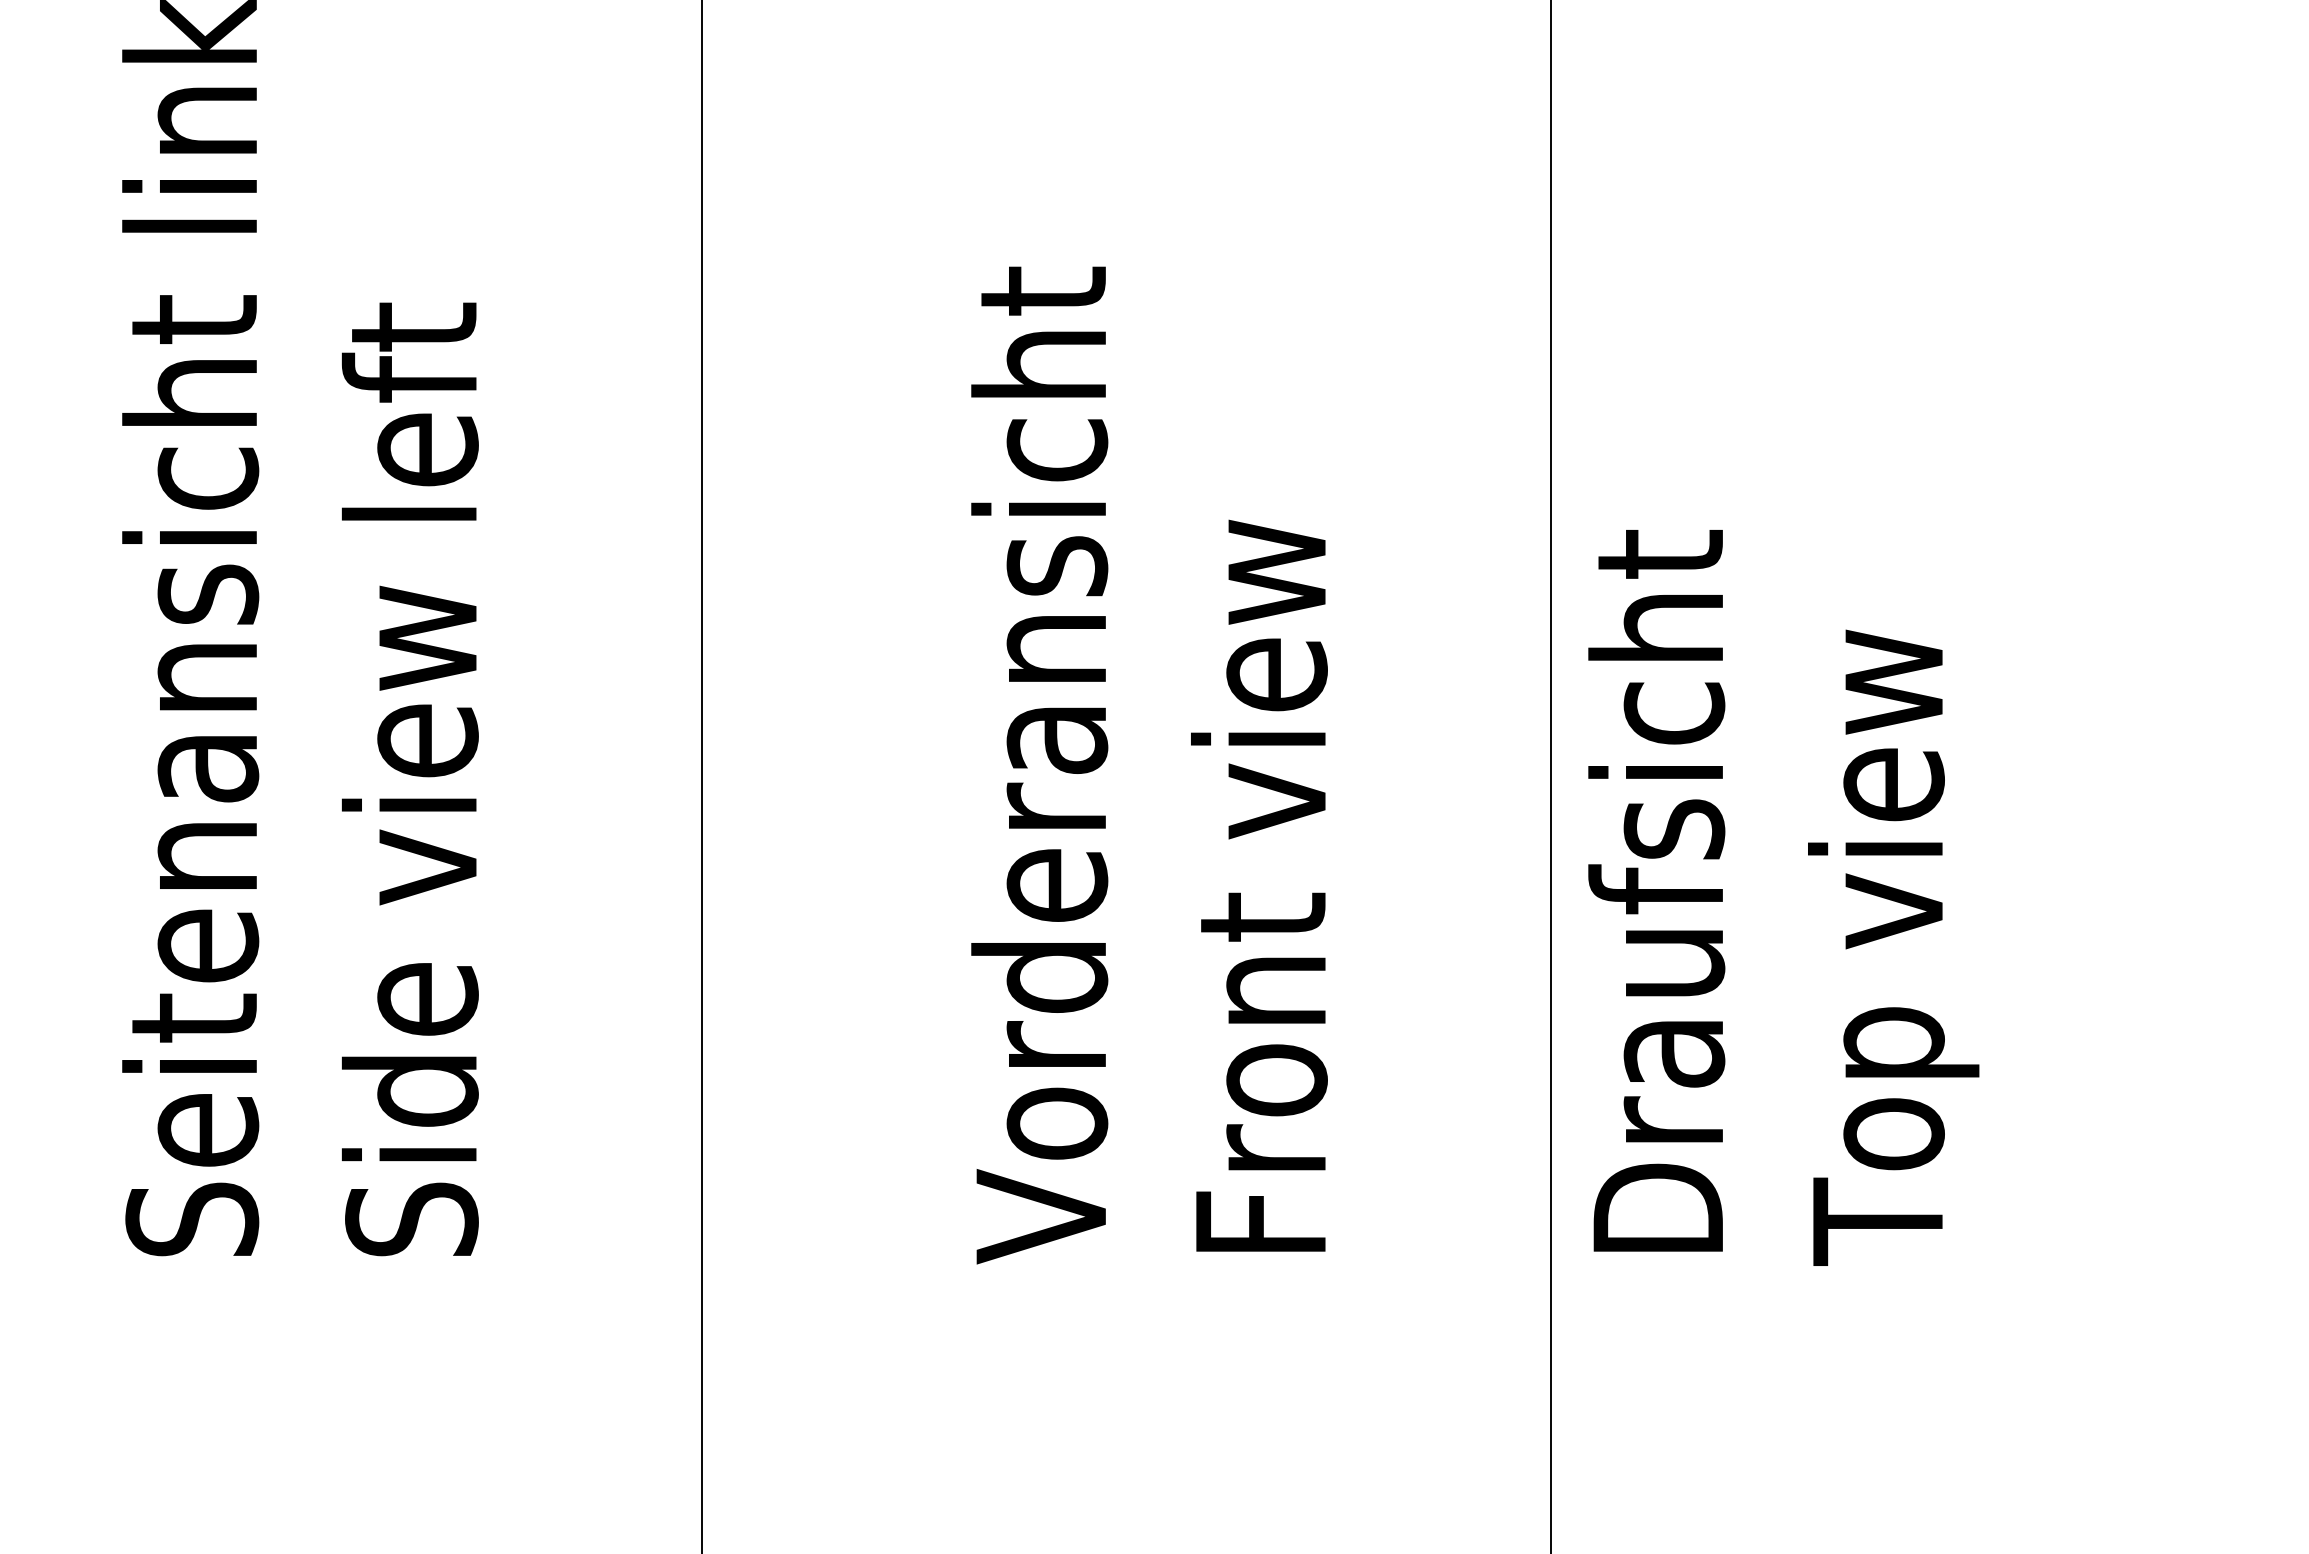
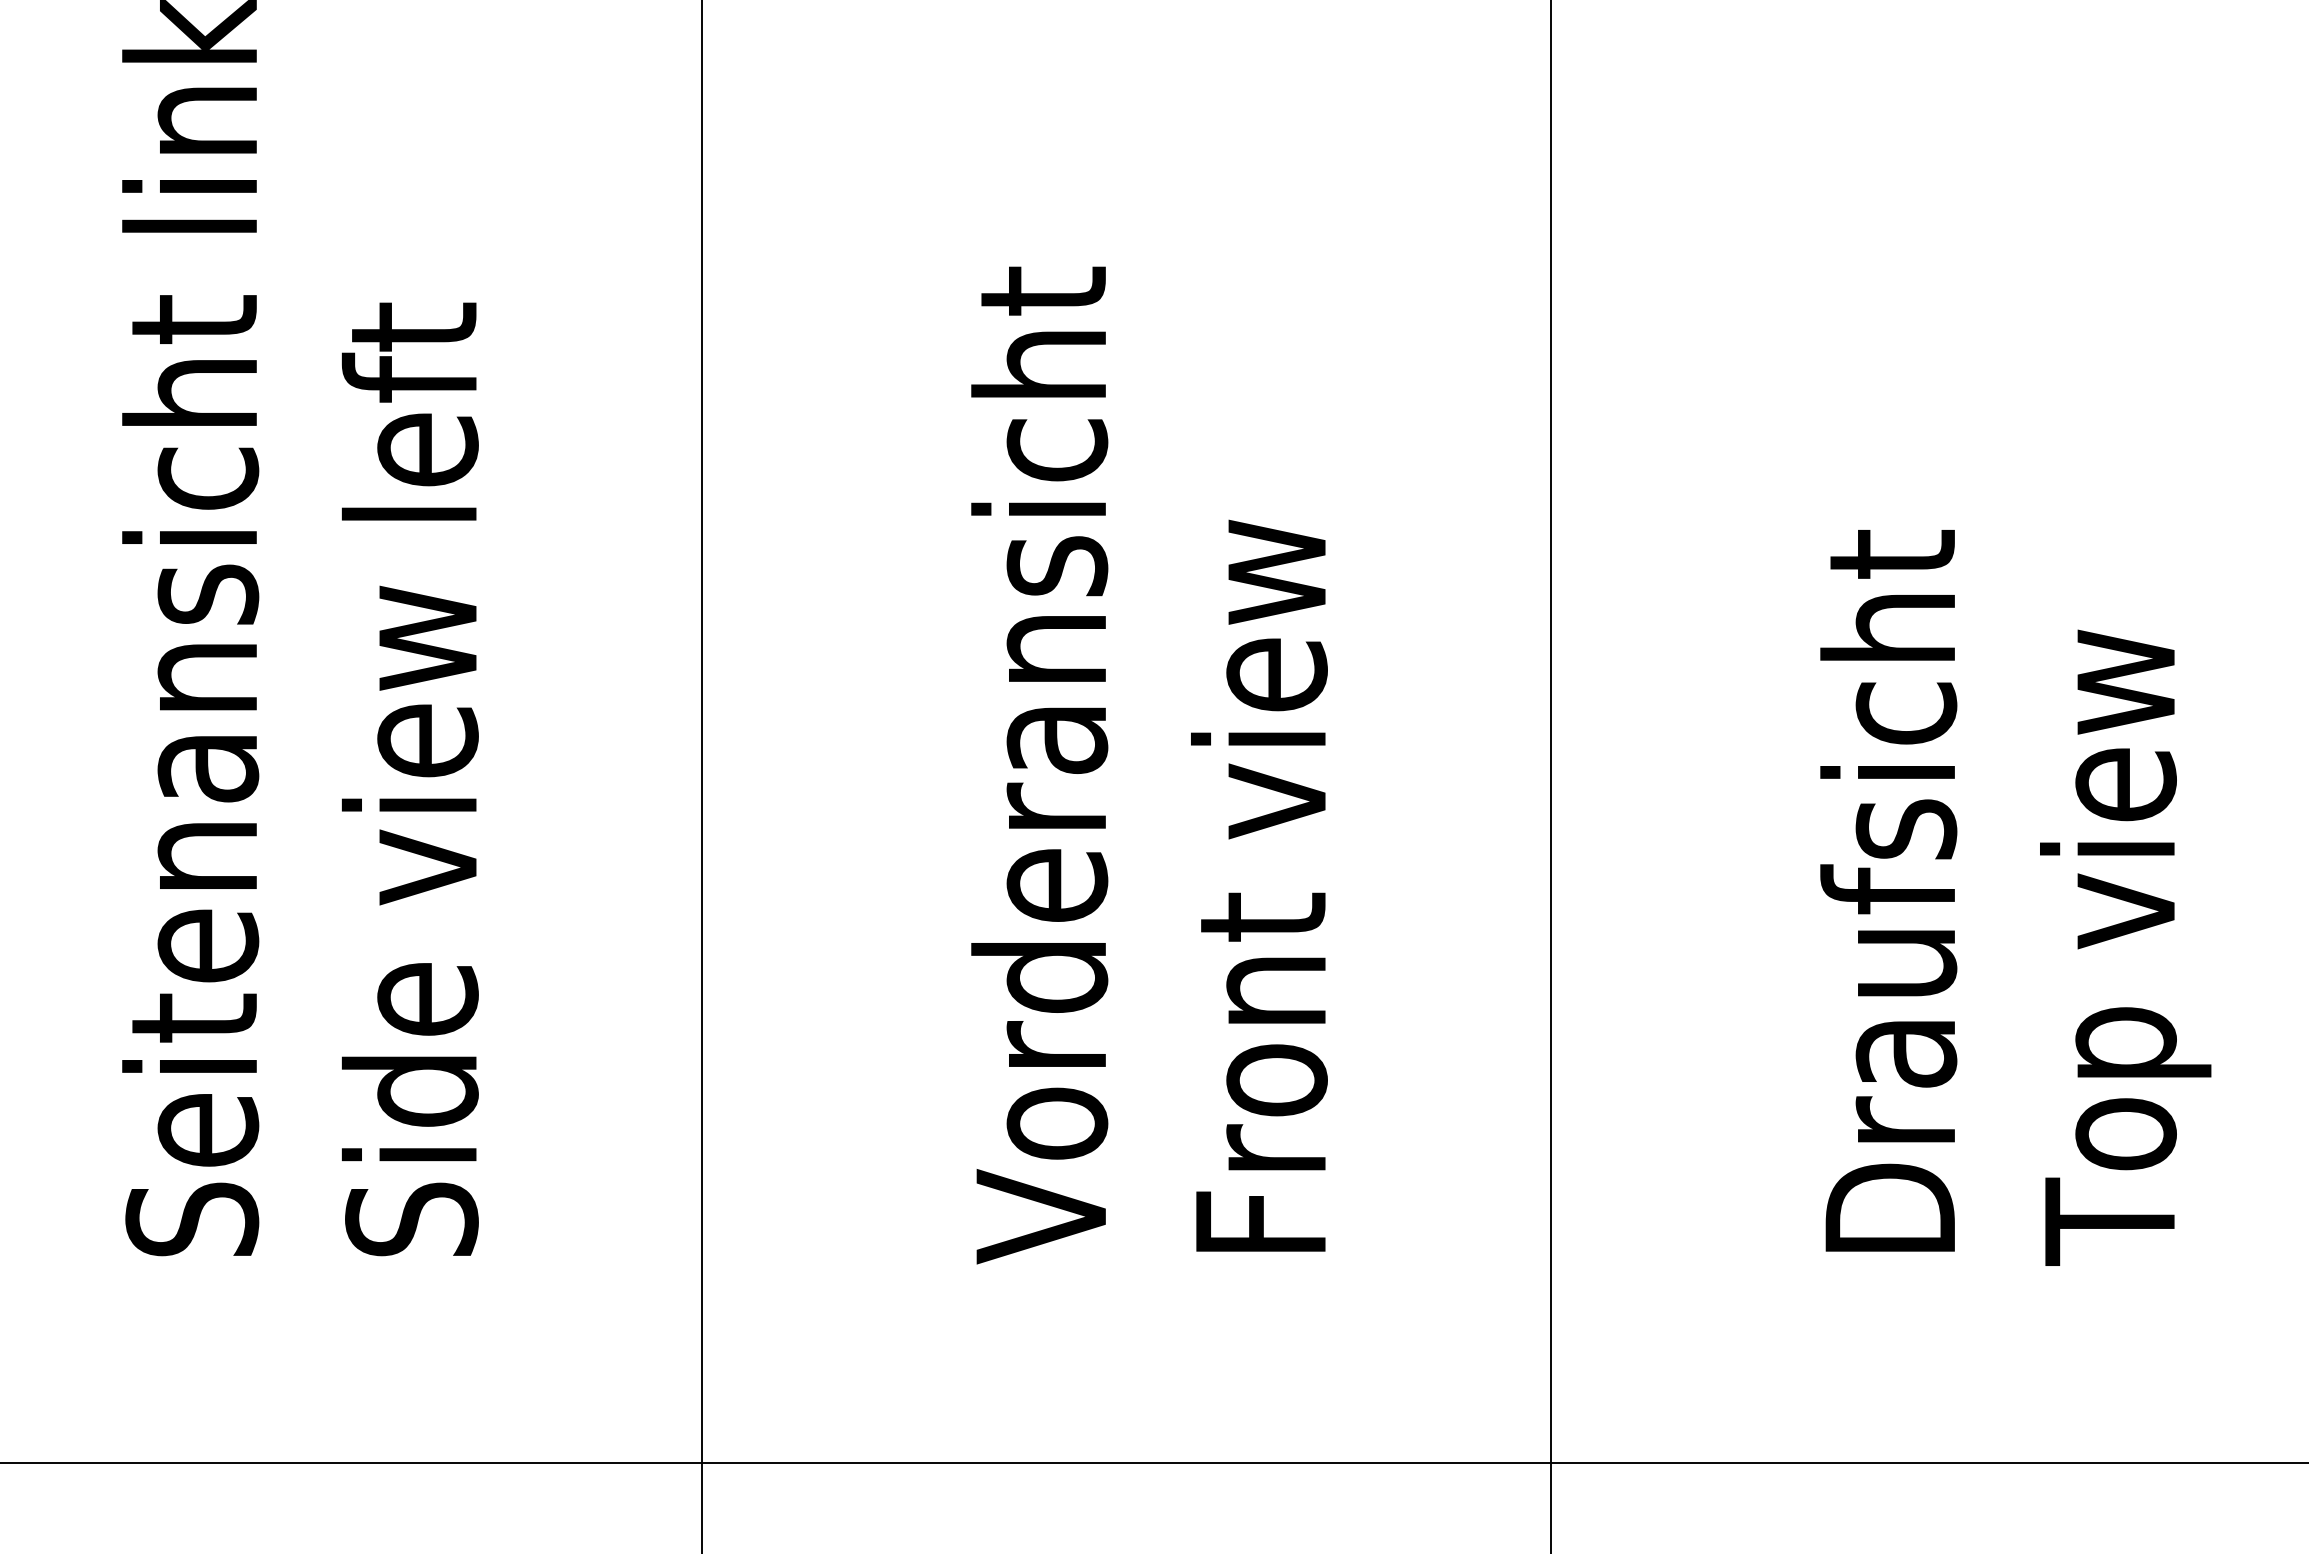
text at (1783, 897) position: (1783, 897) -> (2015, 897)
line at (1153, 1462): none -> present
